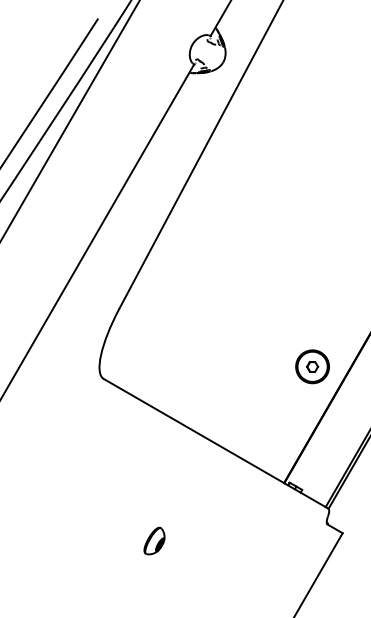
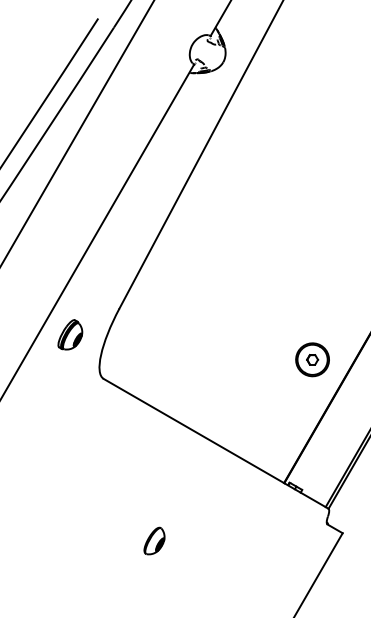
line at (70, 120) position: (70, 120) -> (77, 132)
part at (70, 334): none -> present
part at (312, 366) position: (312, 366) -> (312, 359)
